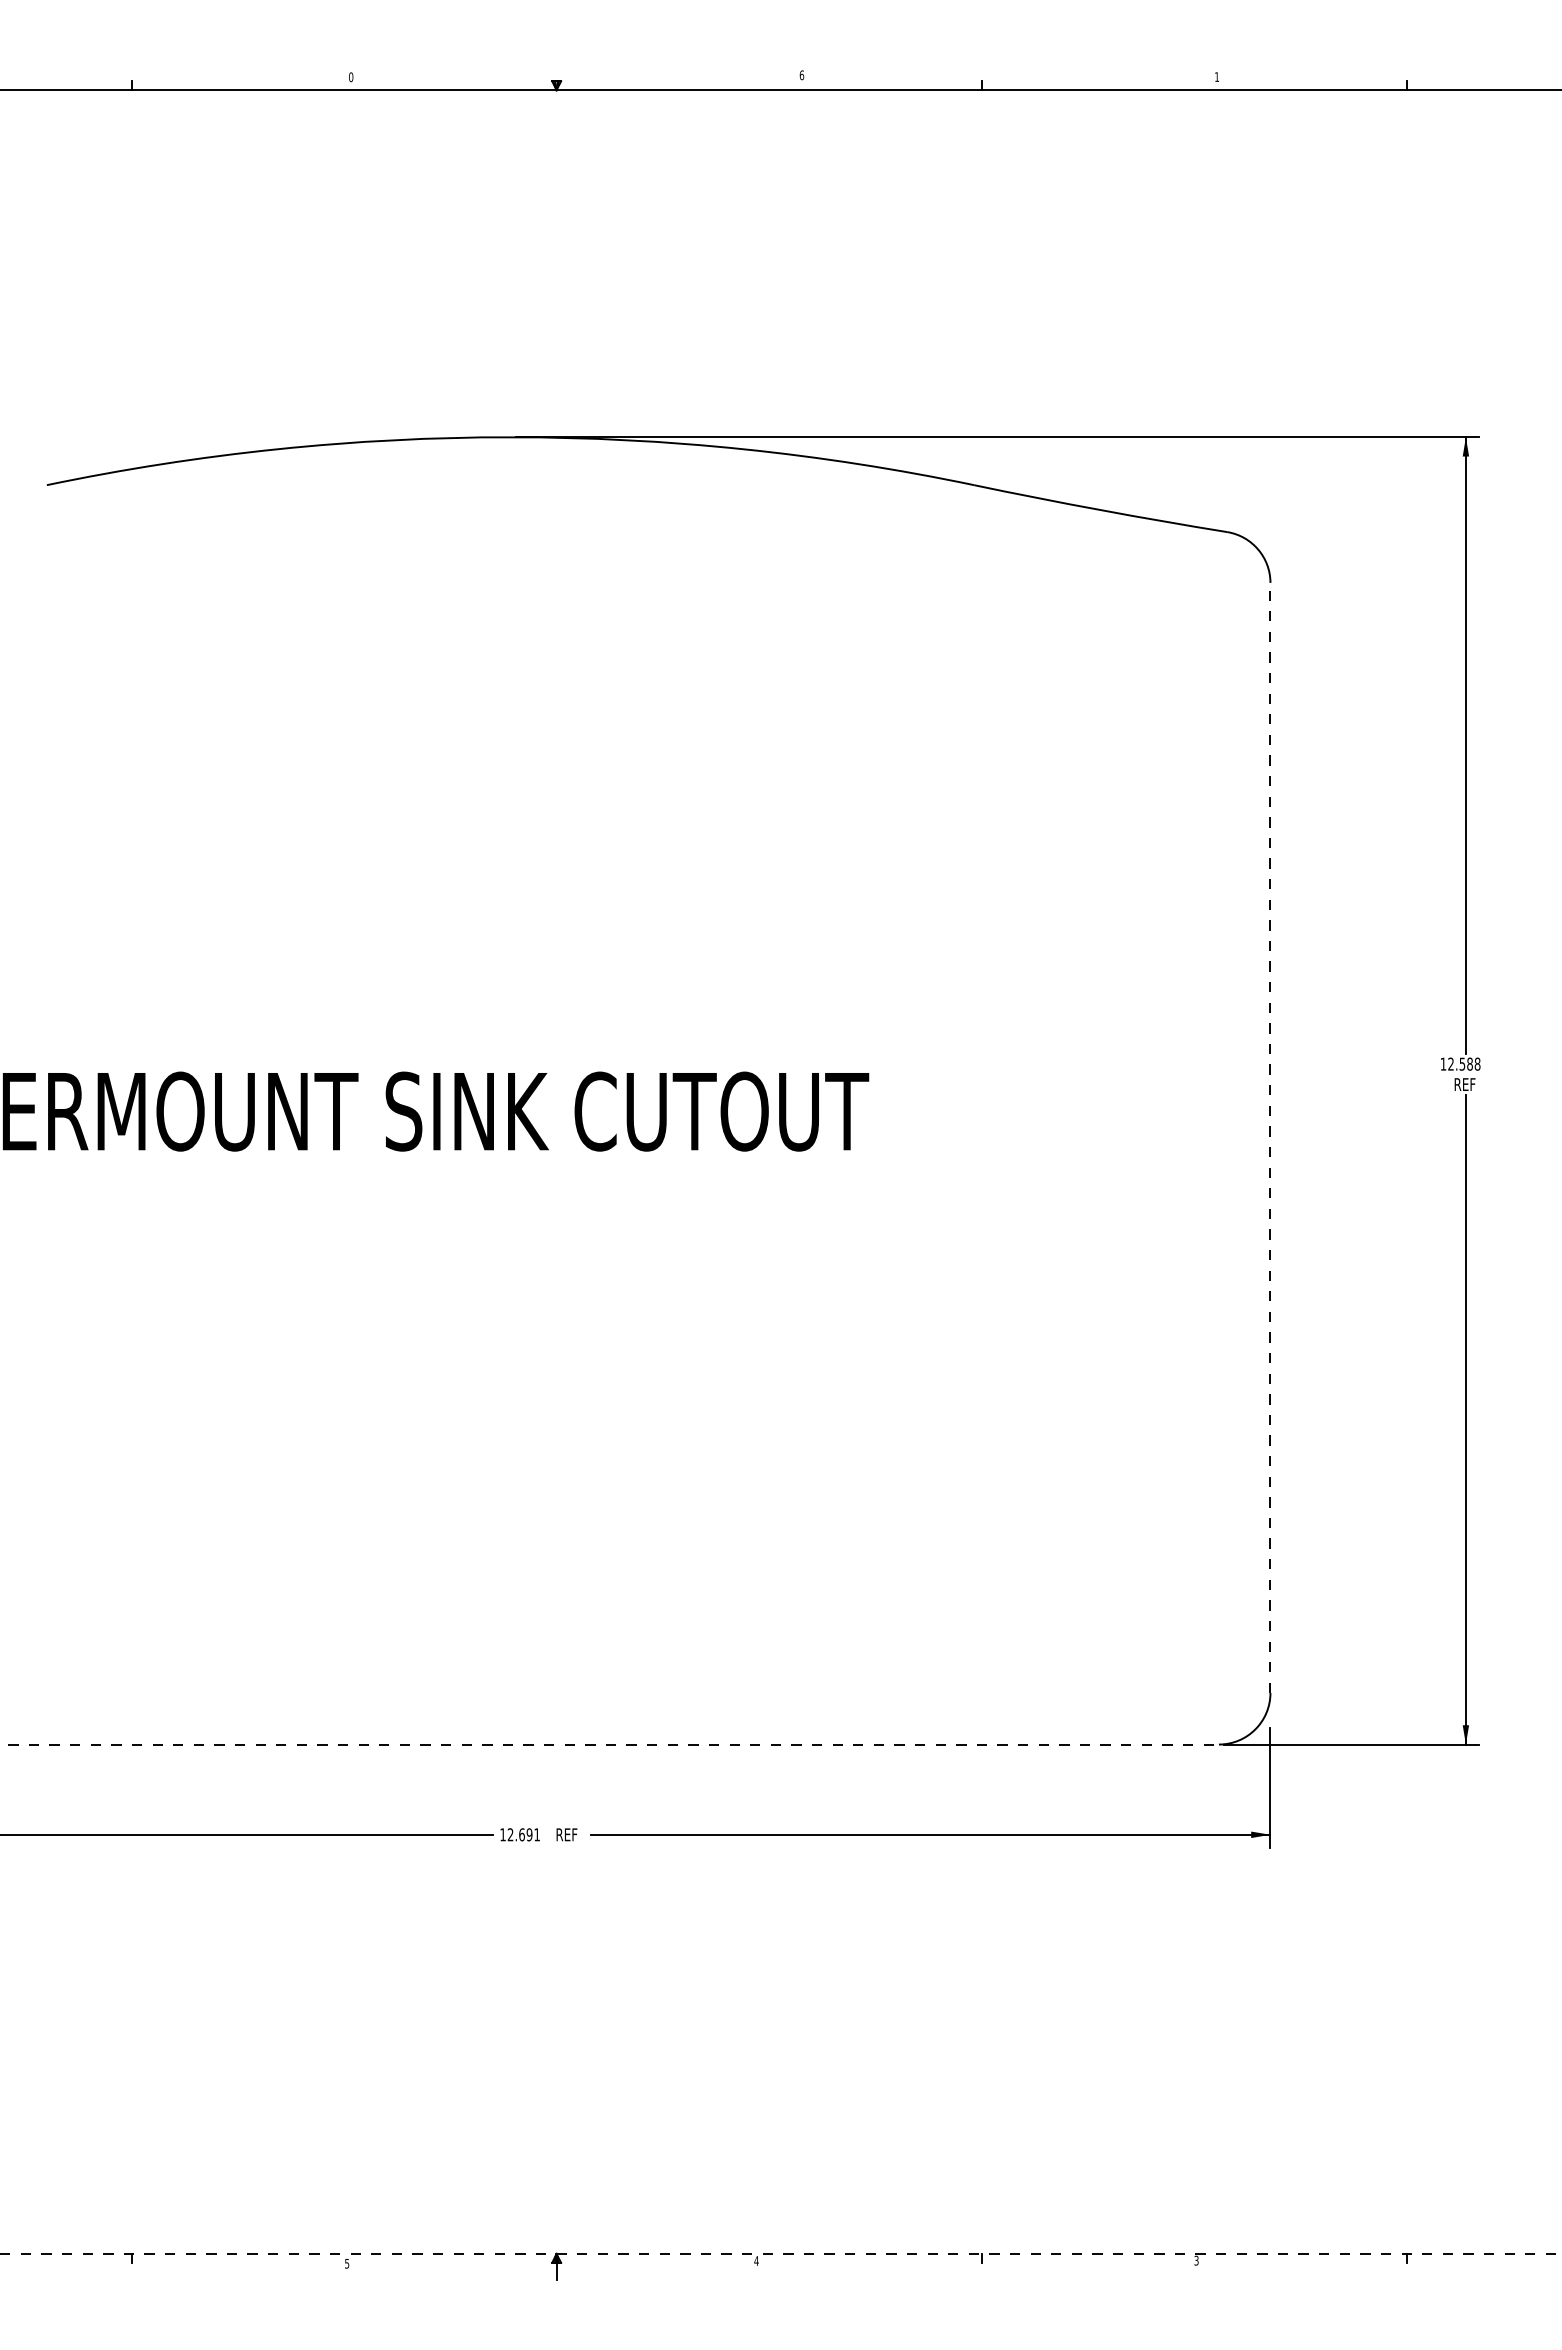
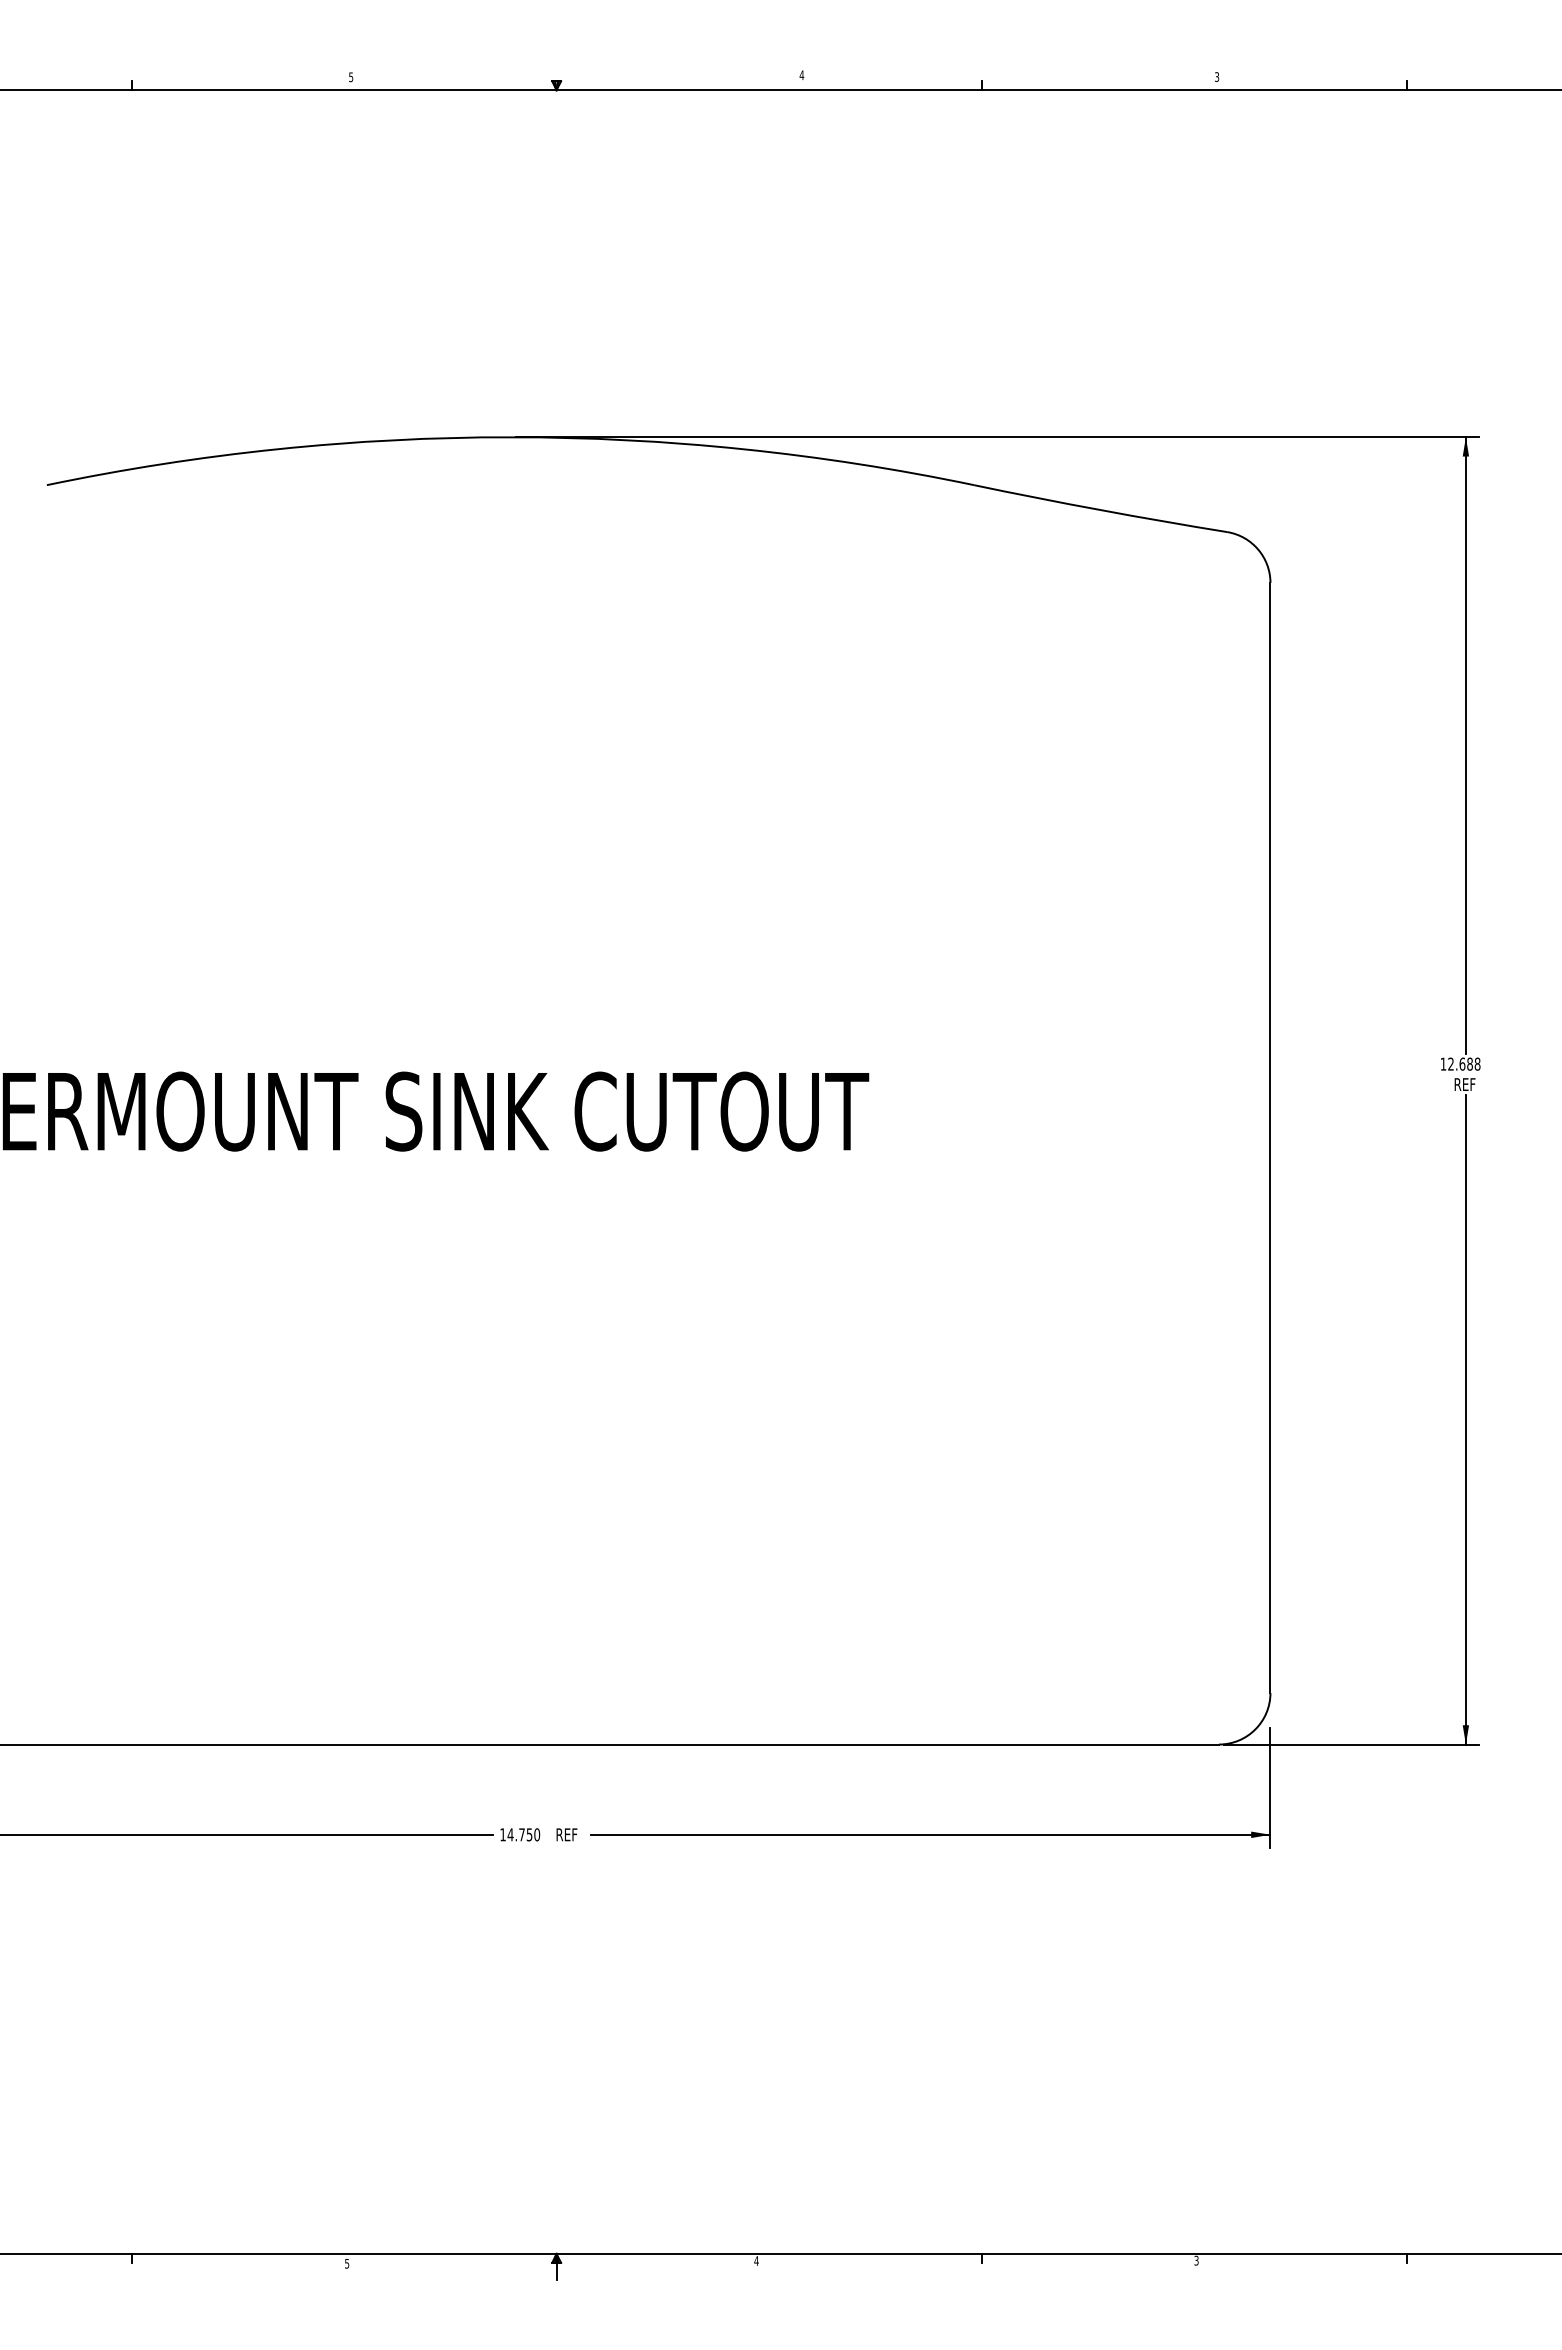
text at (801, 75): 6 -> 4
text at (1217, 76): 1 -> 3
text at (351, 77): 0 -> 5
text at (1462, 1063): 12.588 -> 12.688
line at (1270, 1137): dashed -> solid
line at (610, 1744): dashed -> solid
text at (523, 1834): 12.691 -> 14.750
line at (781, 2253): dashed -> solid
